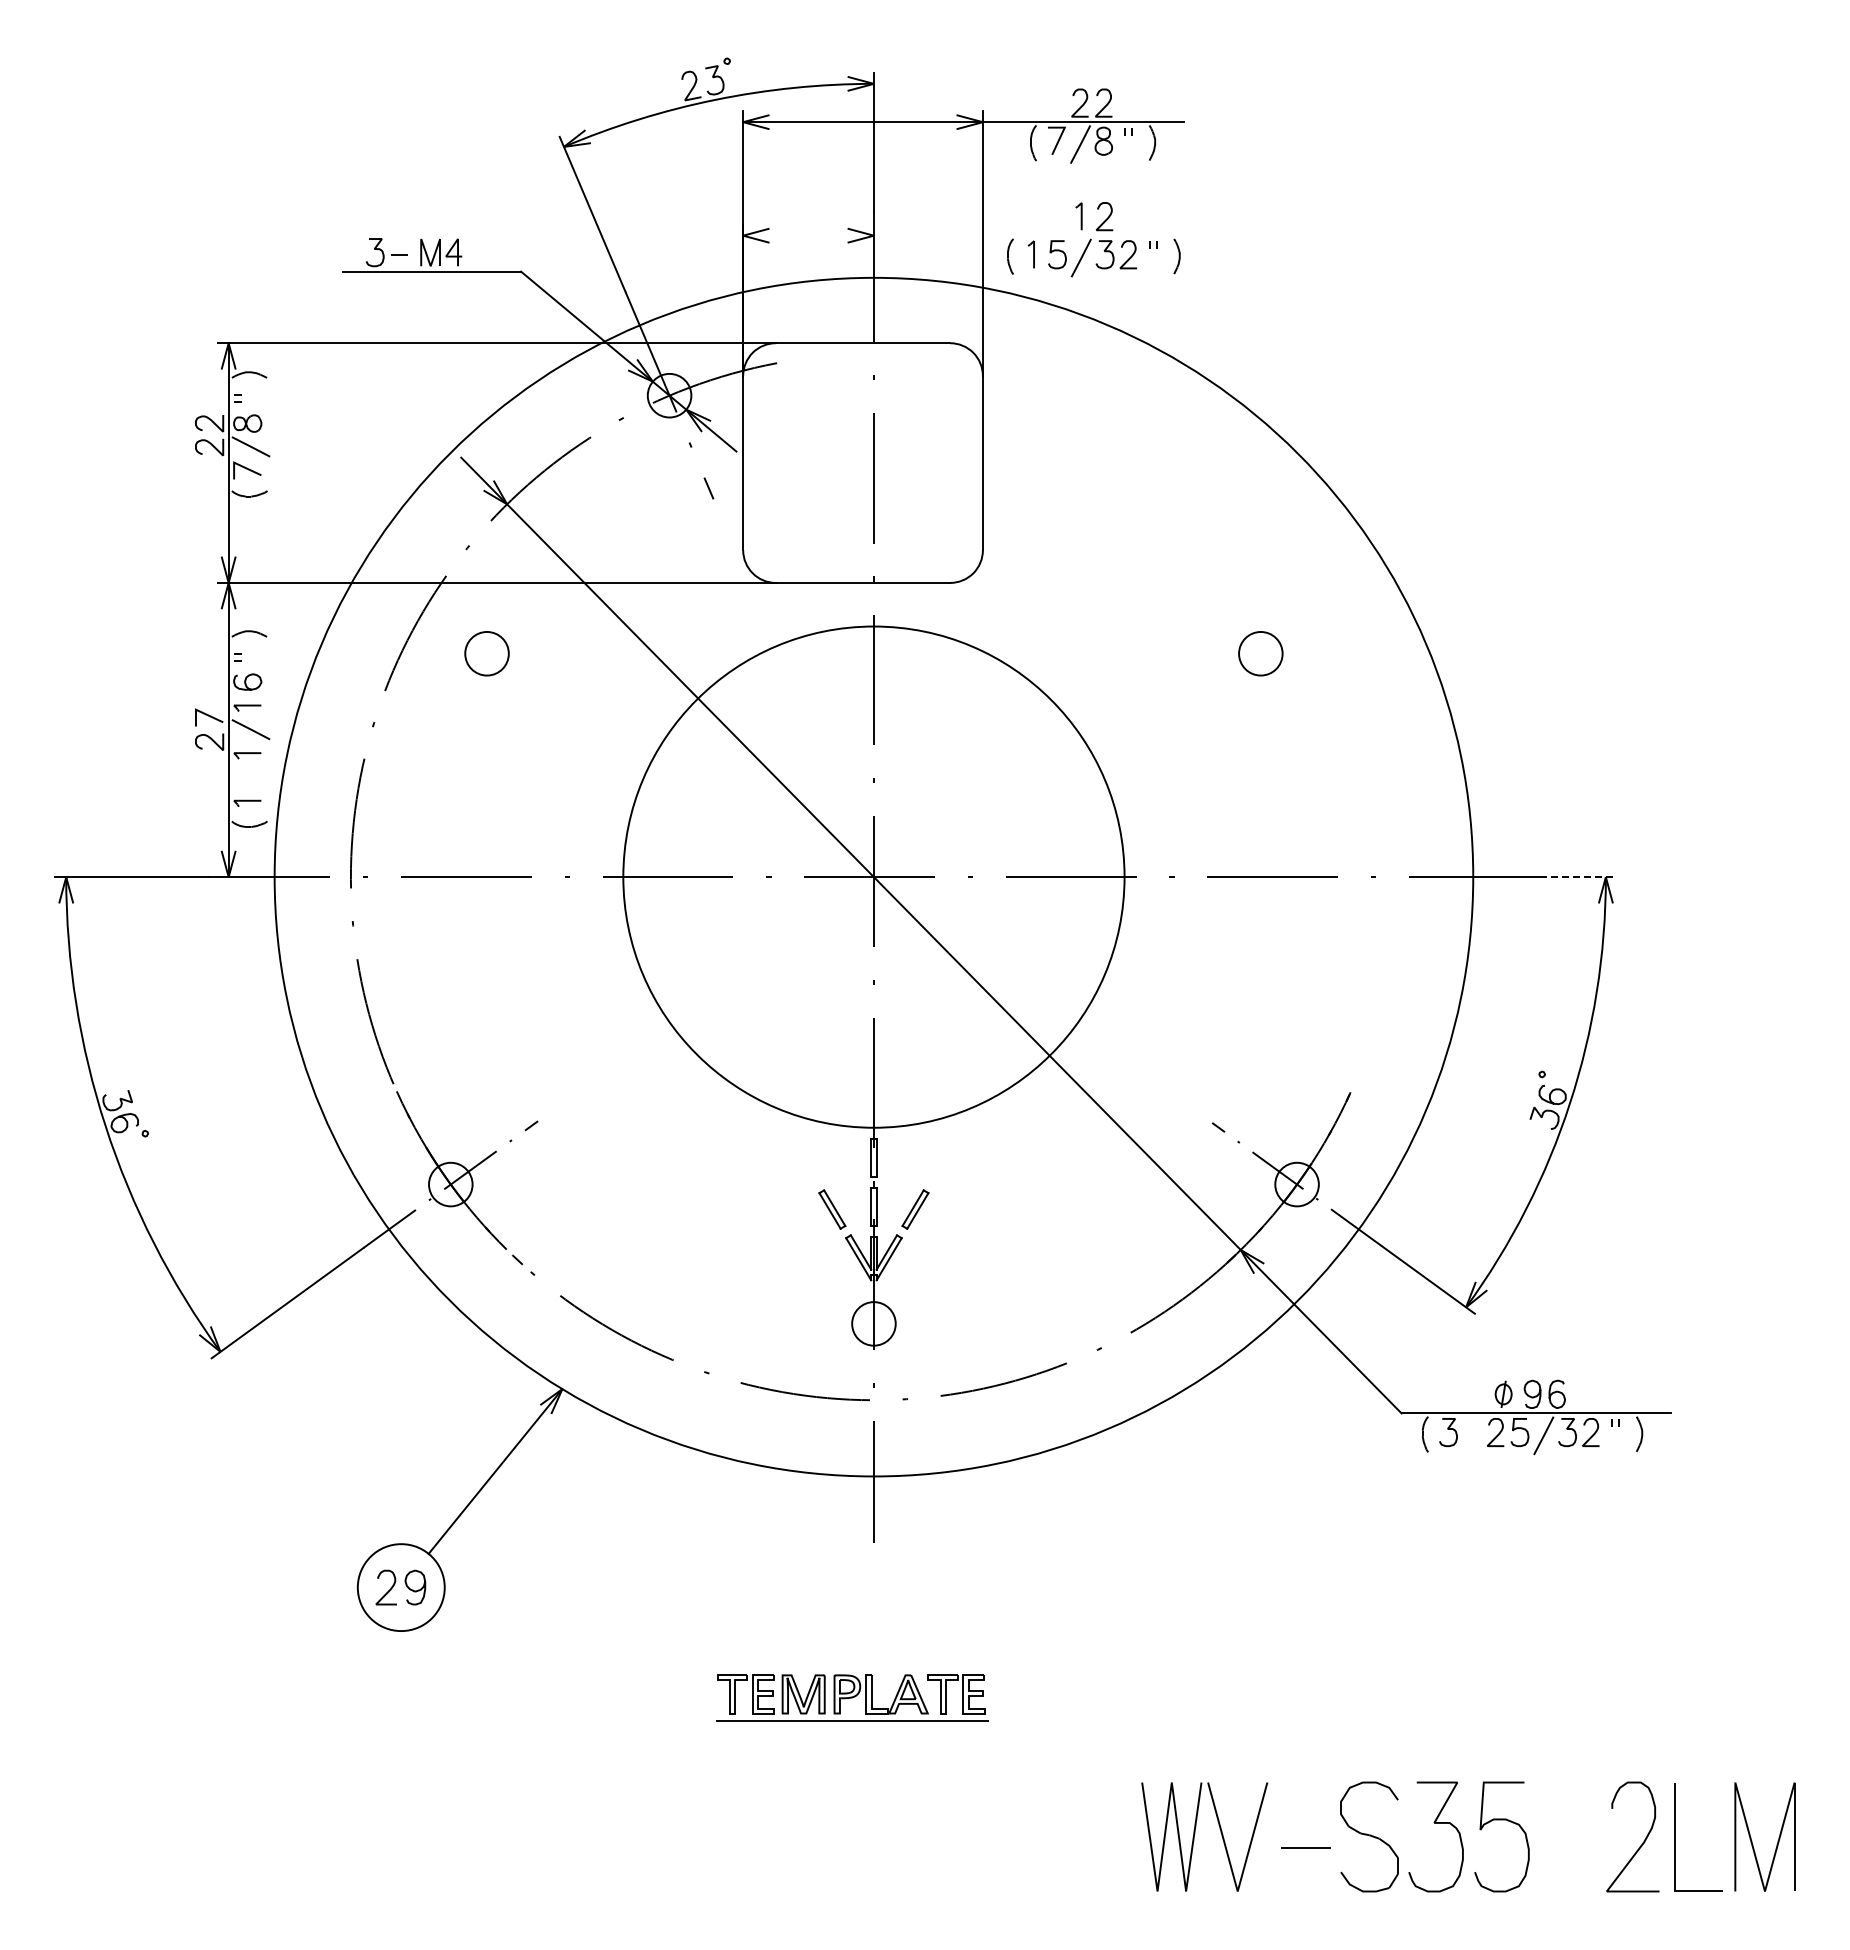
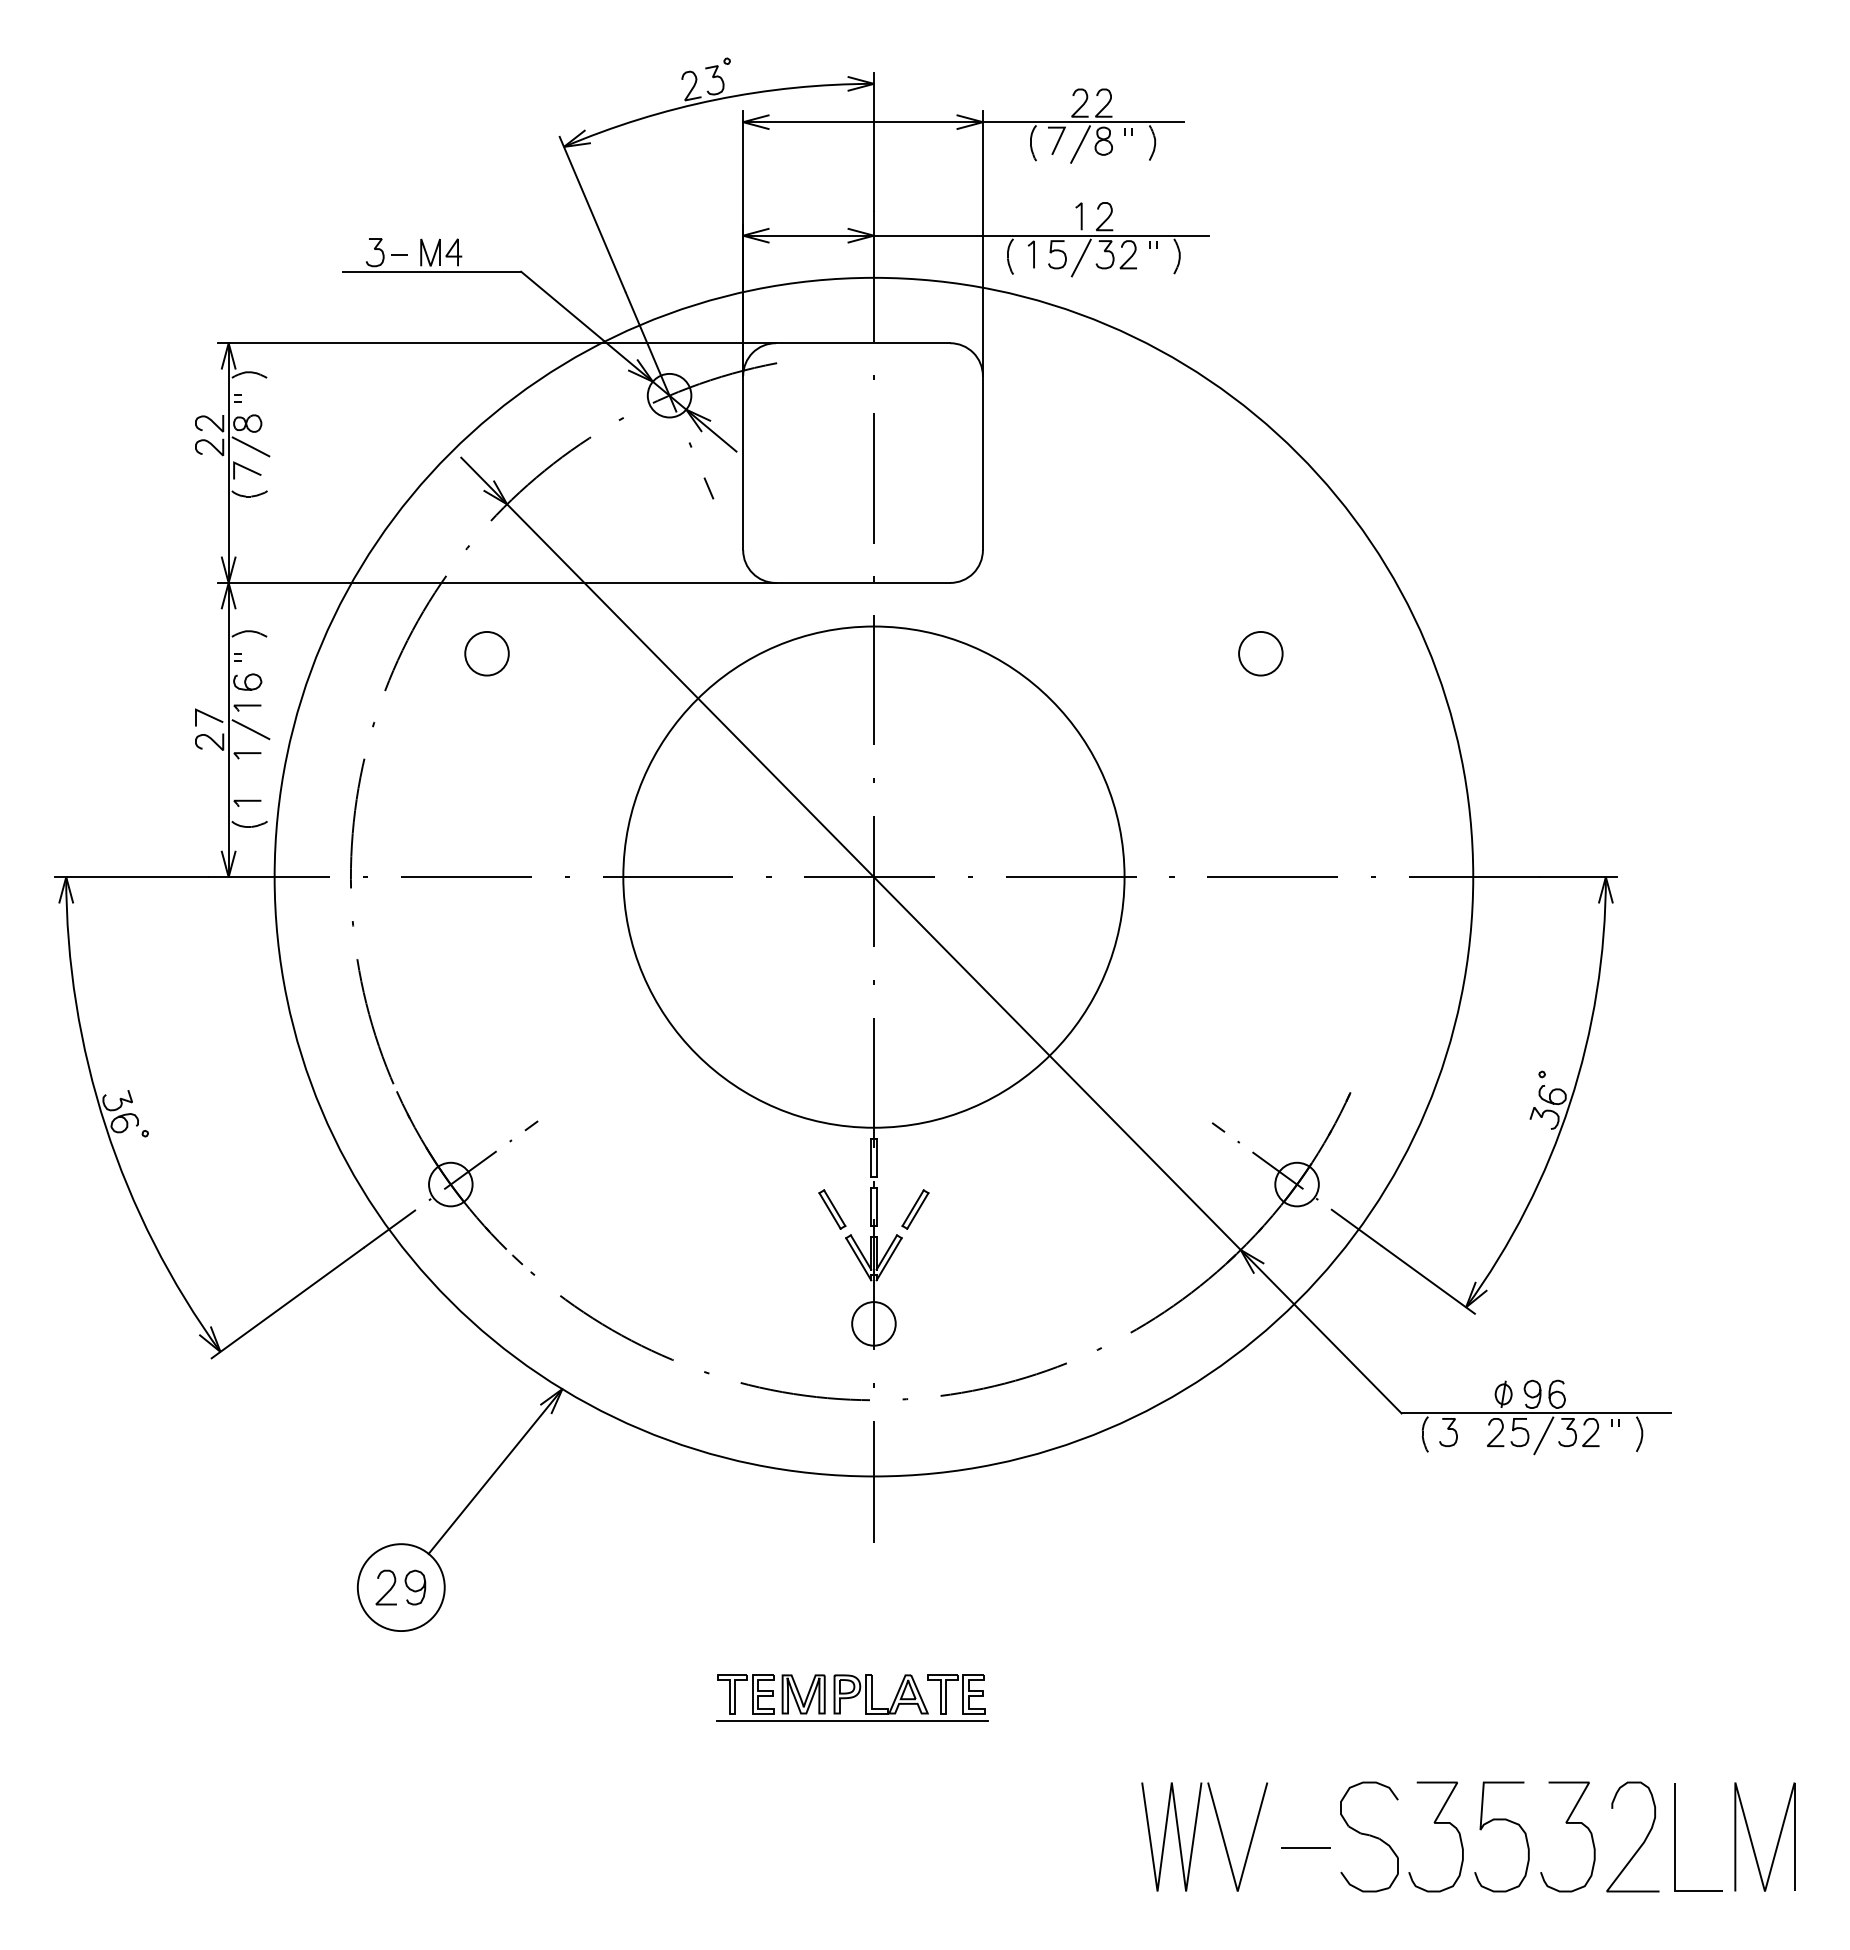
line at (975, 235): none -> present
line at (1578, 877): dashed -> solid
curve at (1567, 1823): none -> present
